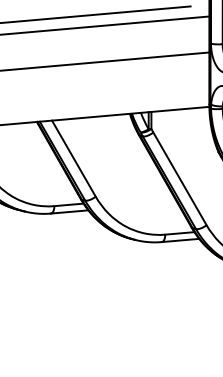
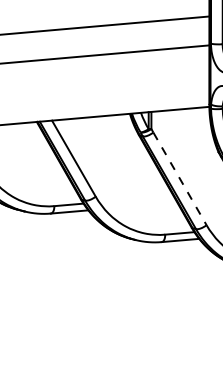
line at (96, 14): present -> none
line at (105, 61) position: (105, 61) -> (105, 54)
line at (180, 179): solid -> dashed
